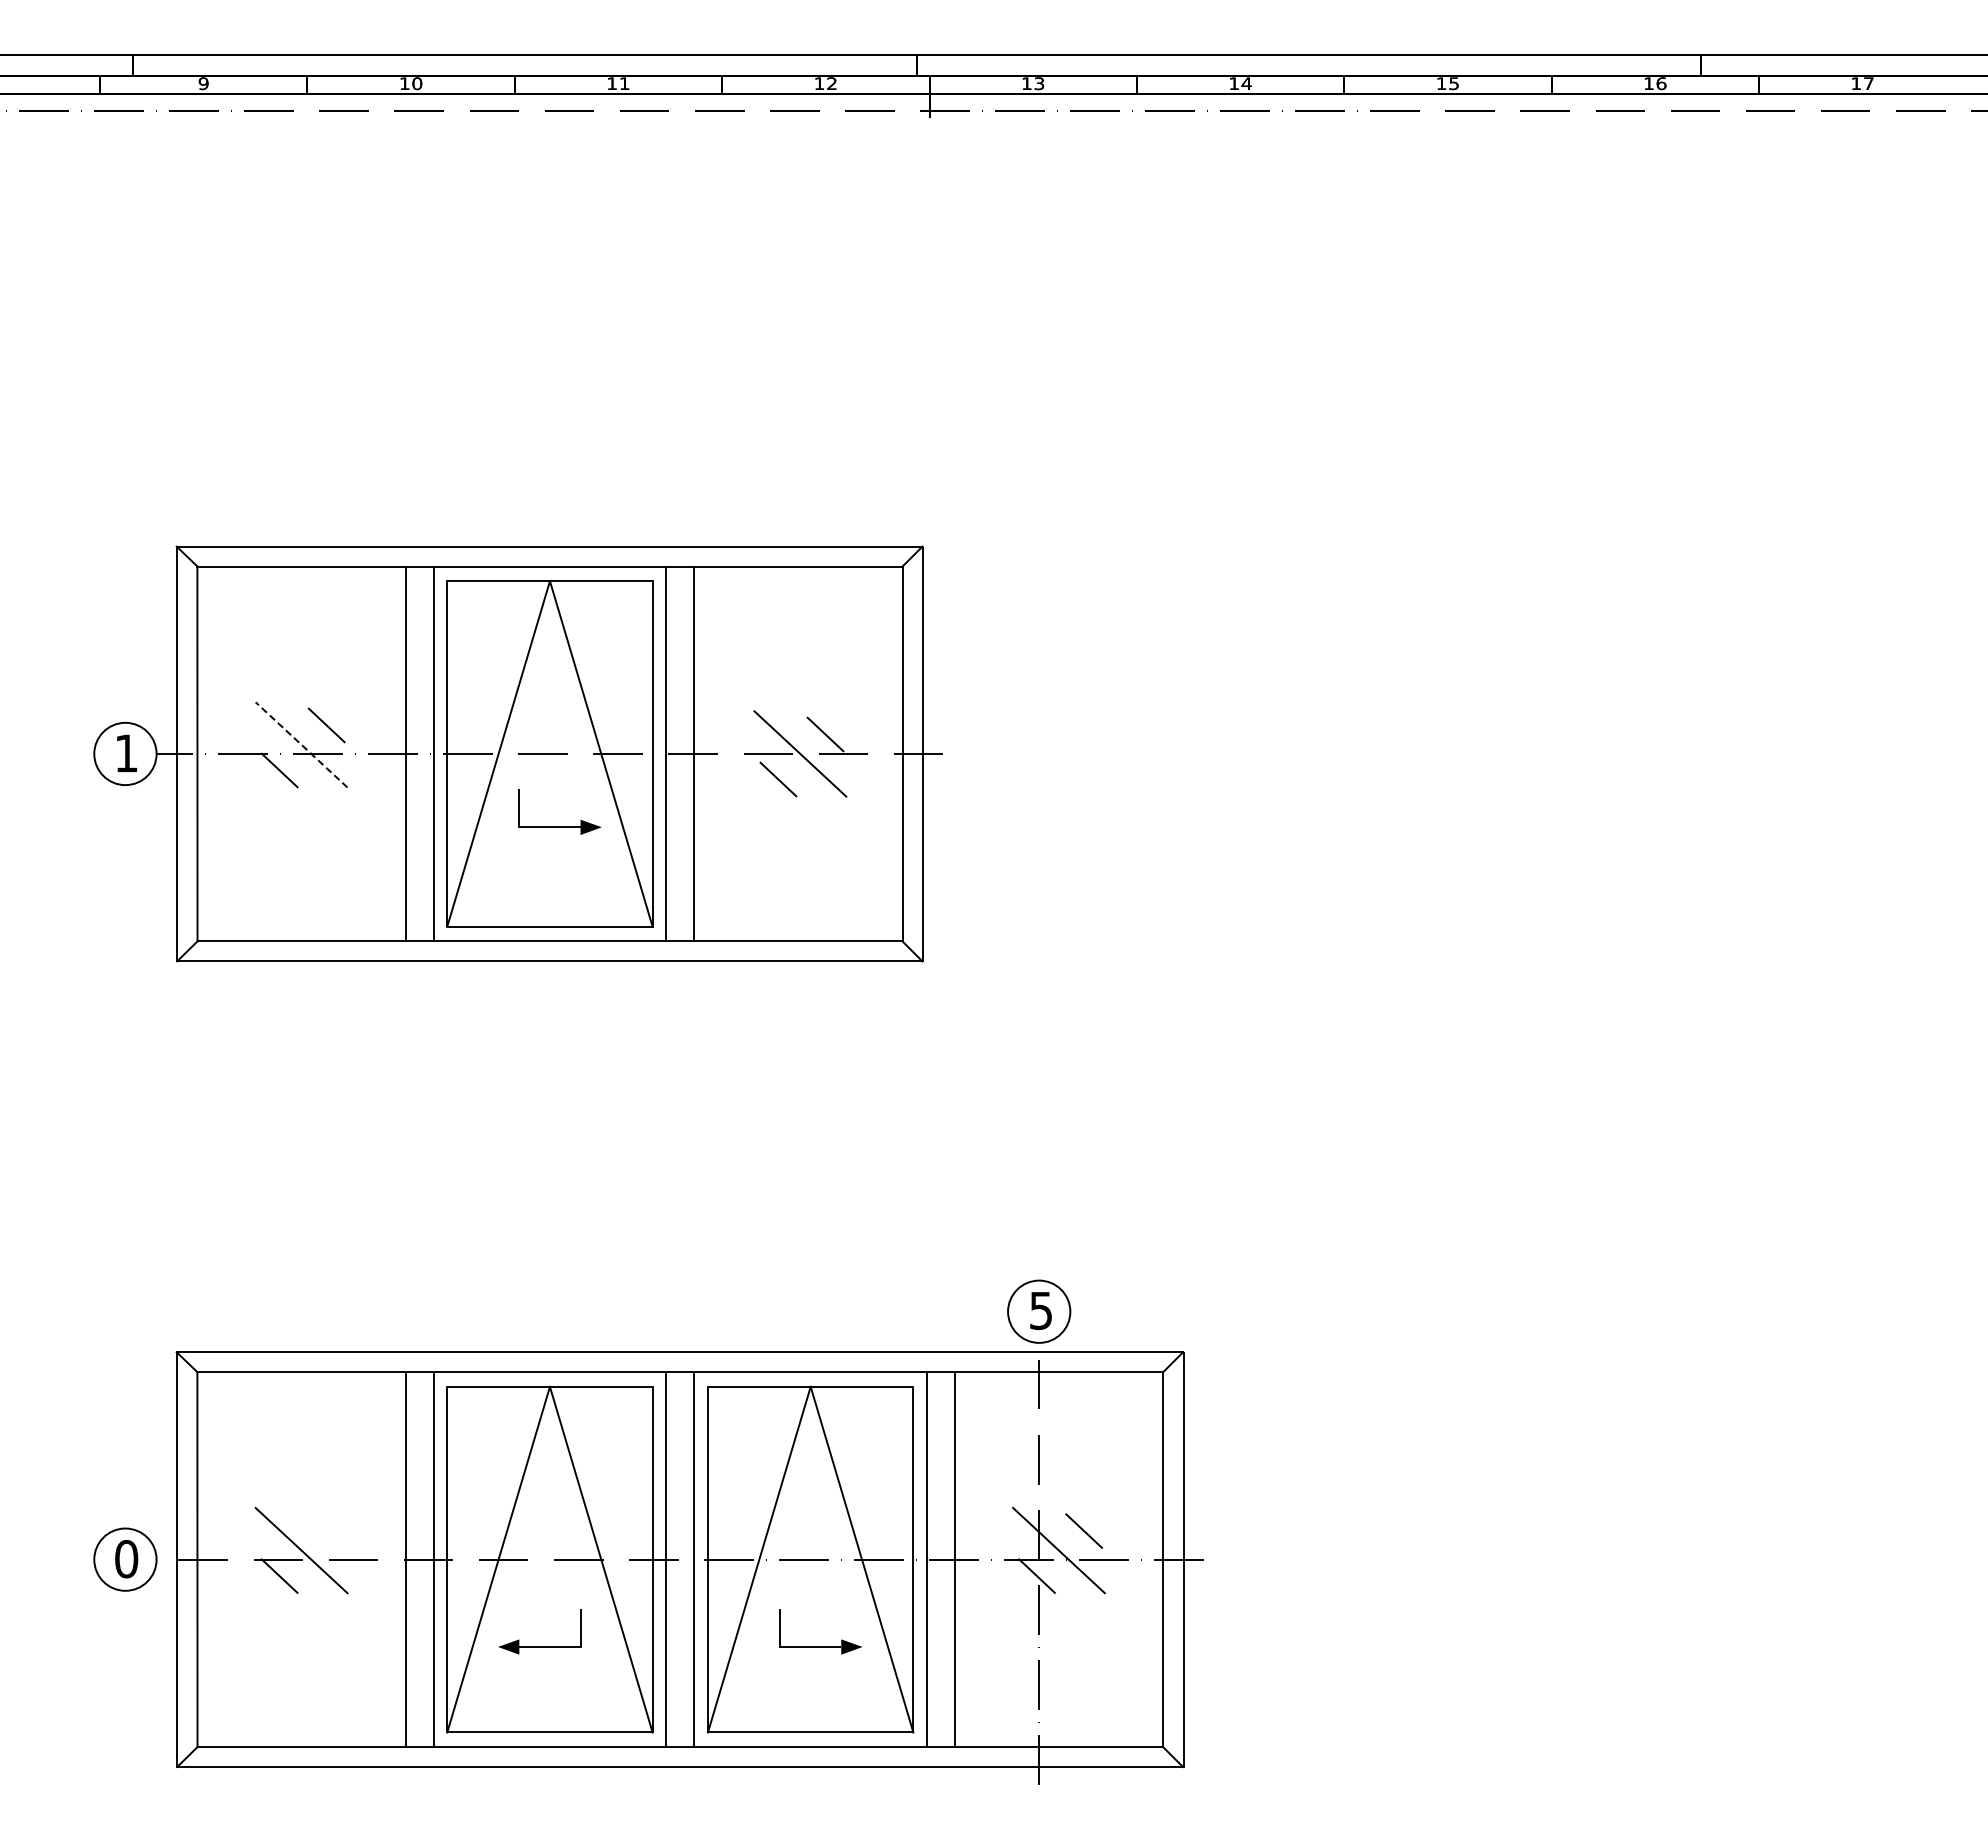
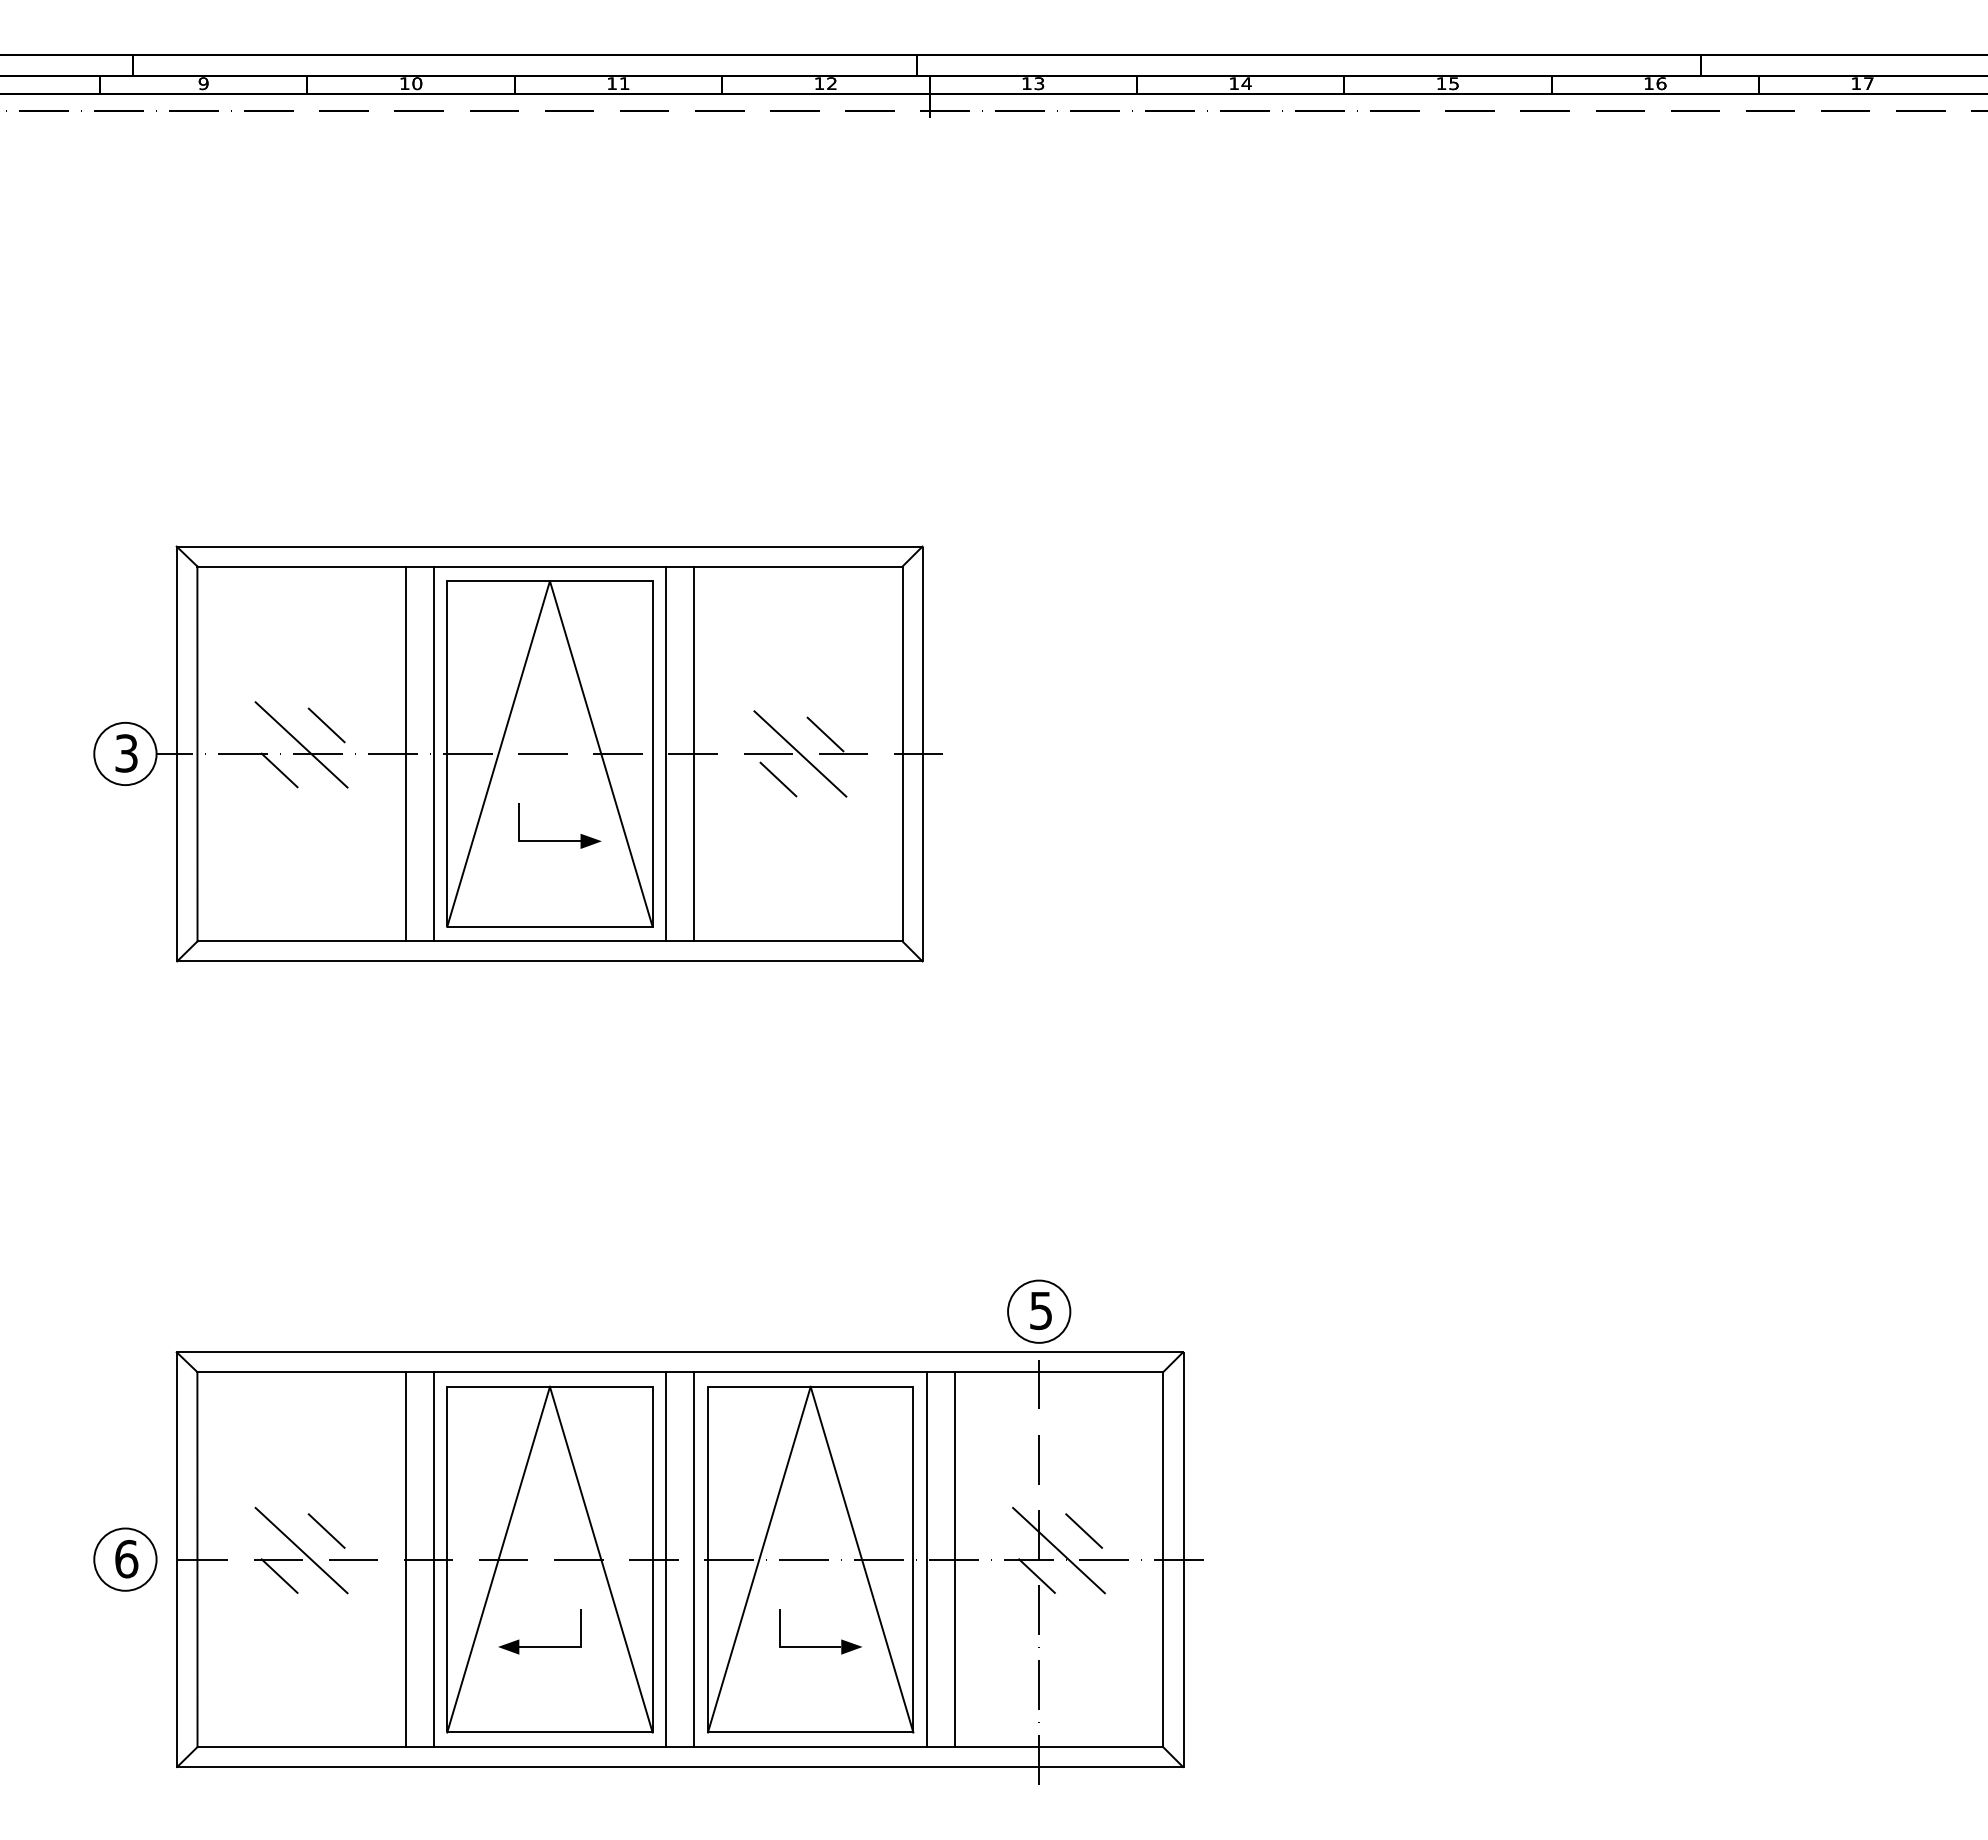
line at (301, 744): dashed -> solid
text at (126, 753): 1 -> 3
part at (559, 826) position: (559, 826) -> (559, 840)
line at (326, 1530): none -> present
text at (126, 1558): 0 -> 6
